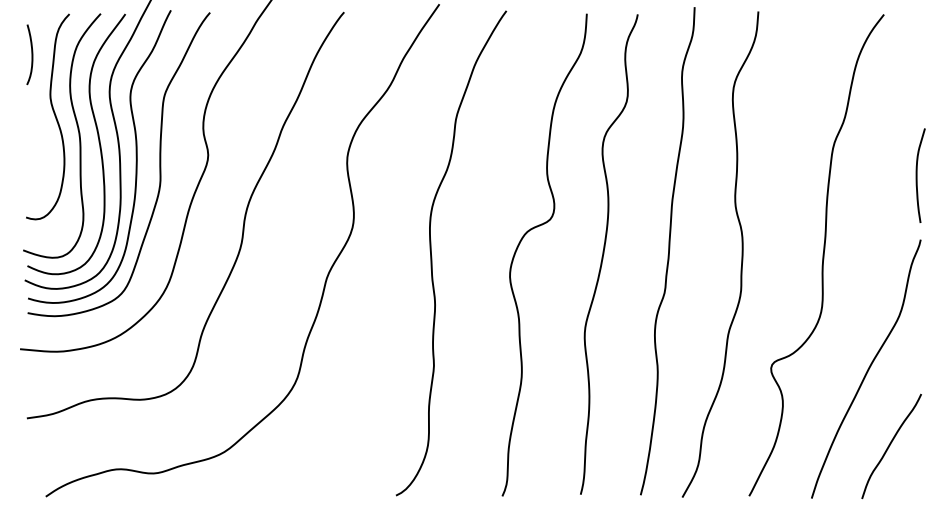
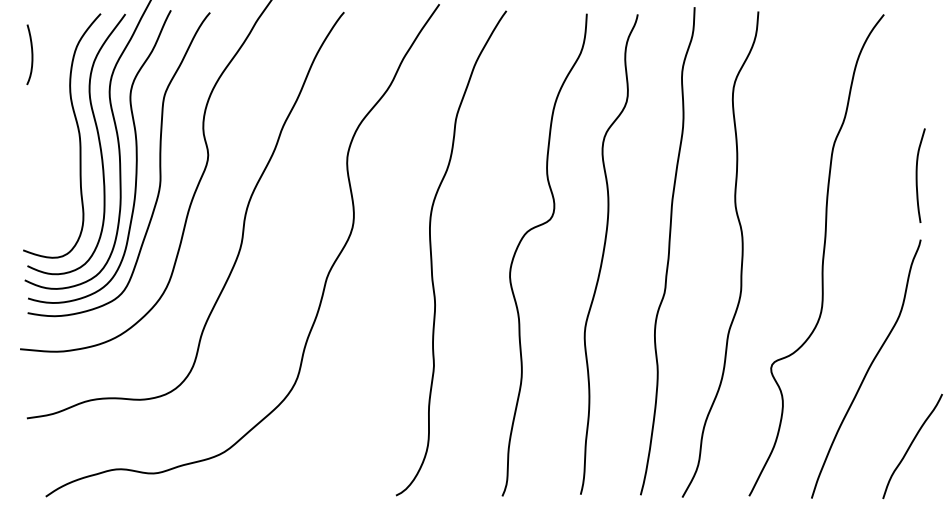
curve at (53, 113): present -> none
curve at (890, 445) position: (890, 445) -> (911, 445)
